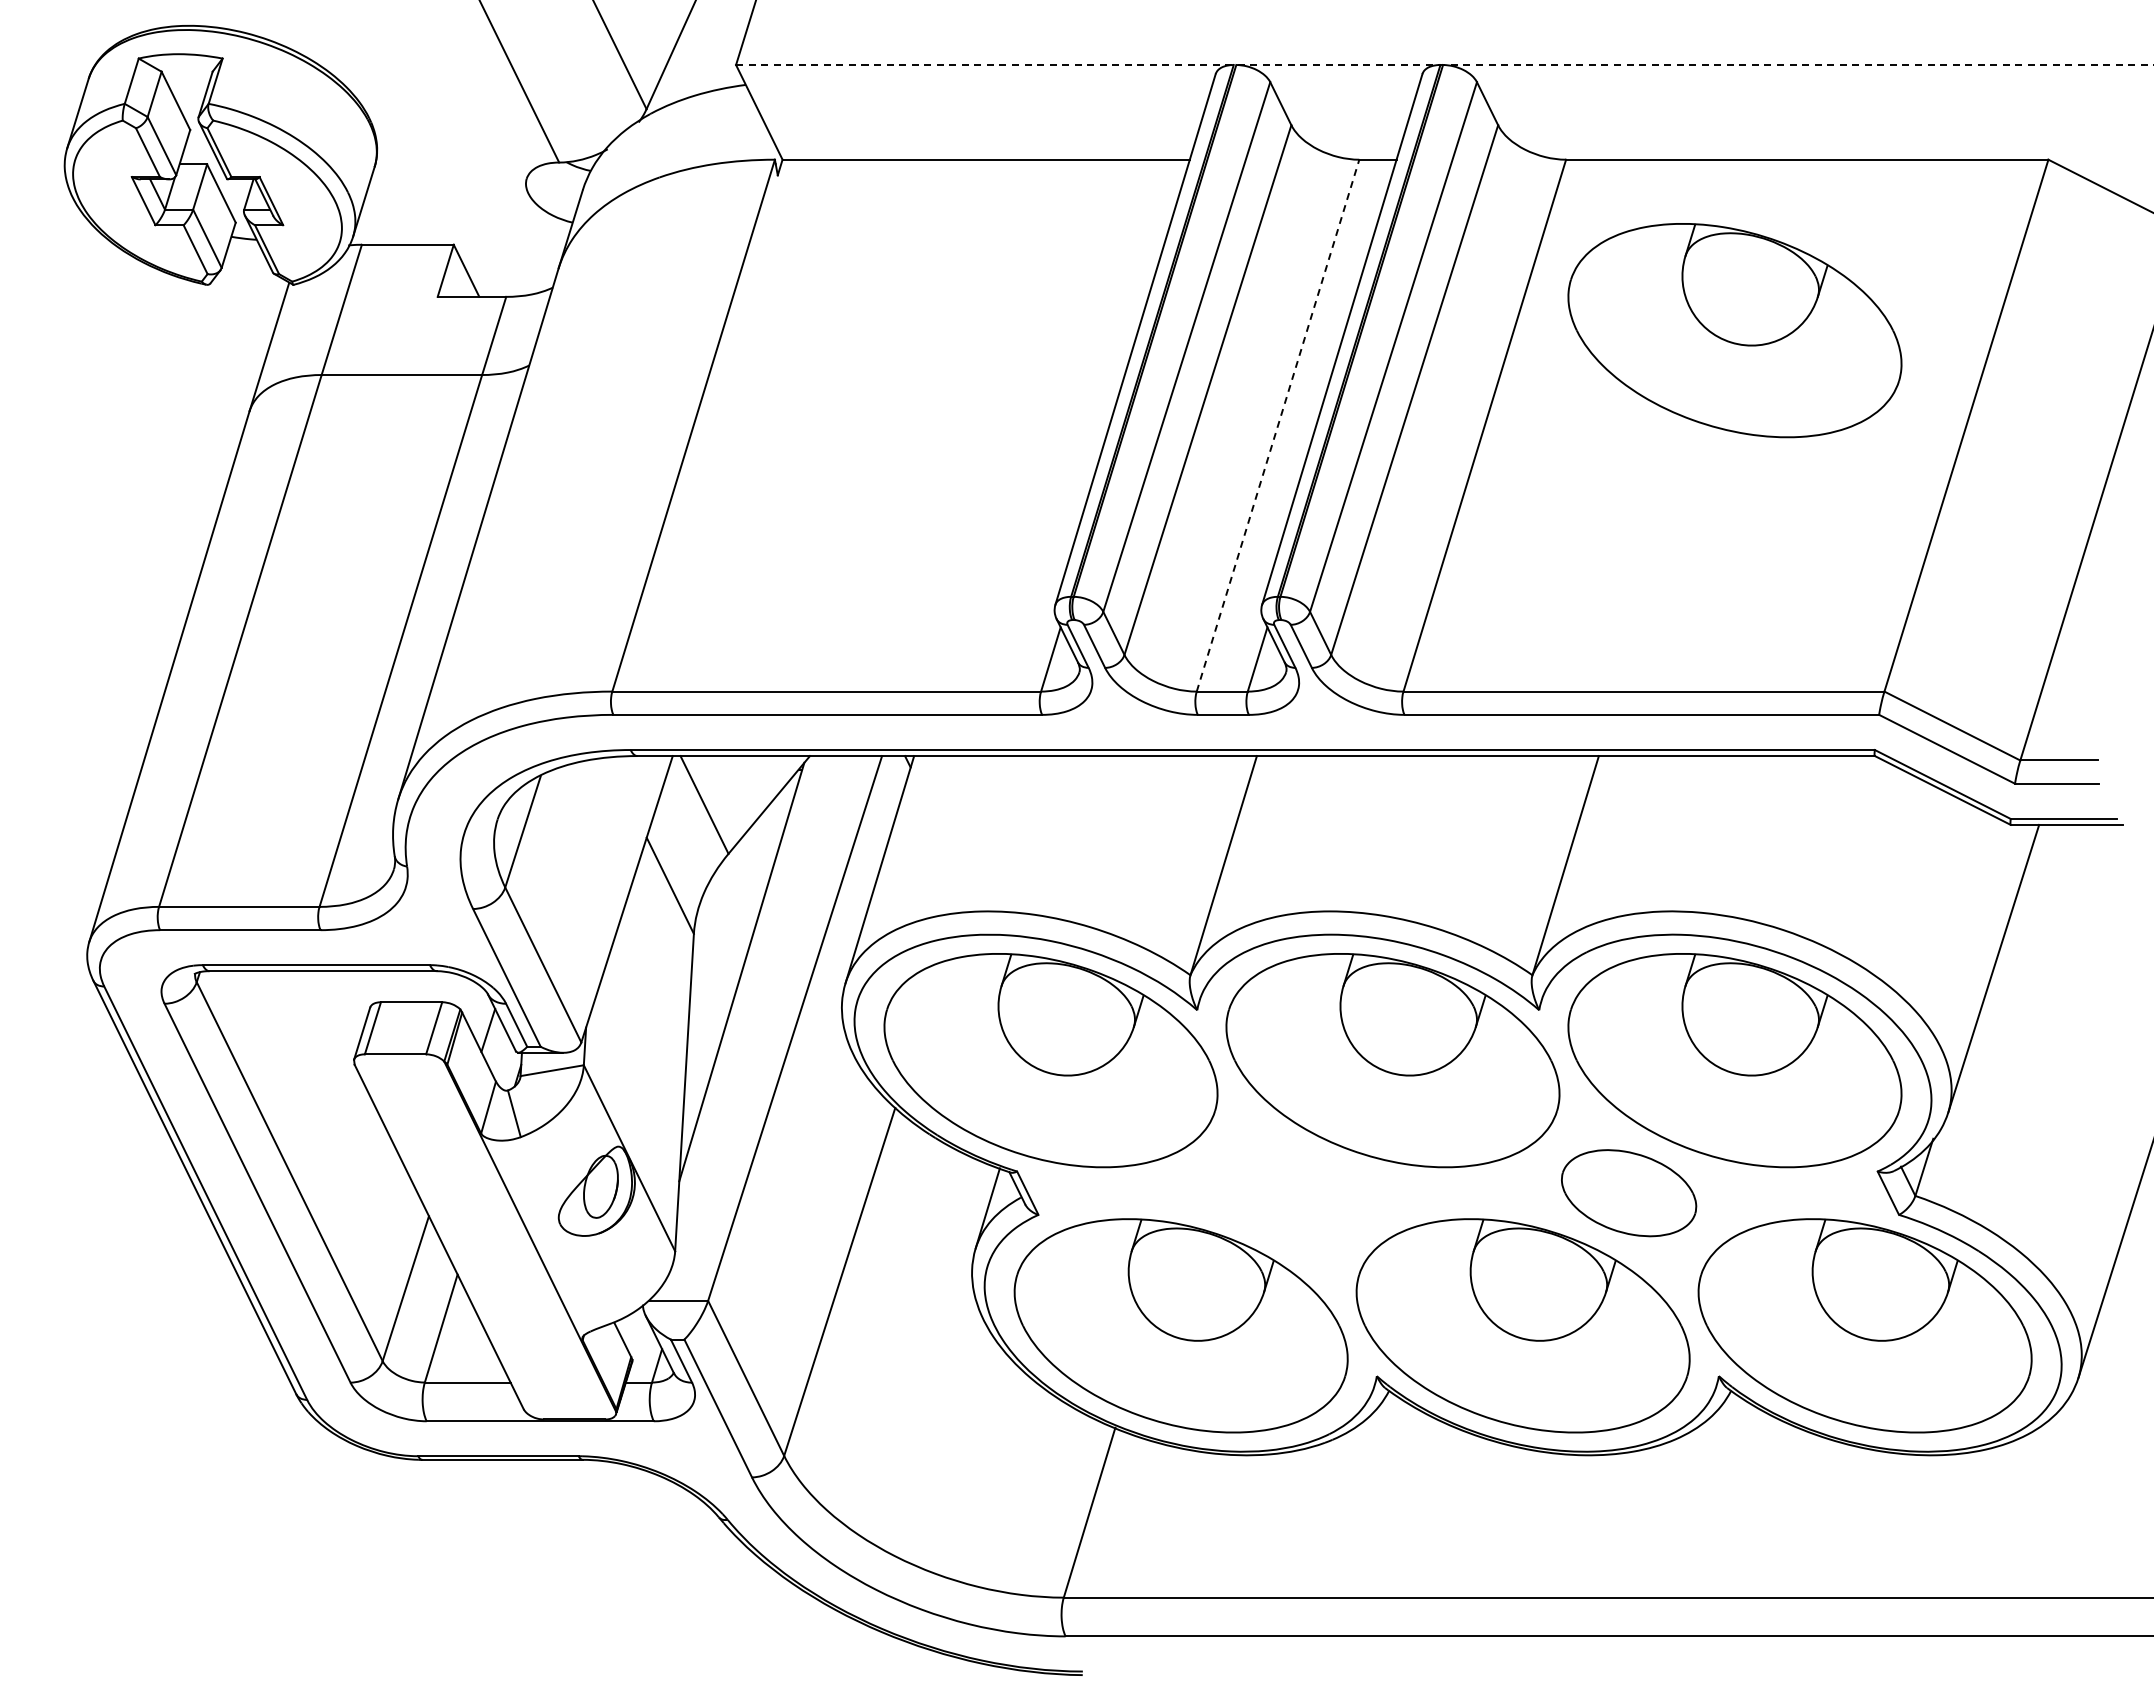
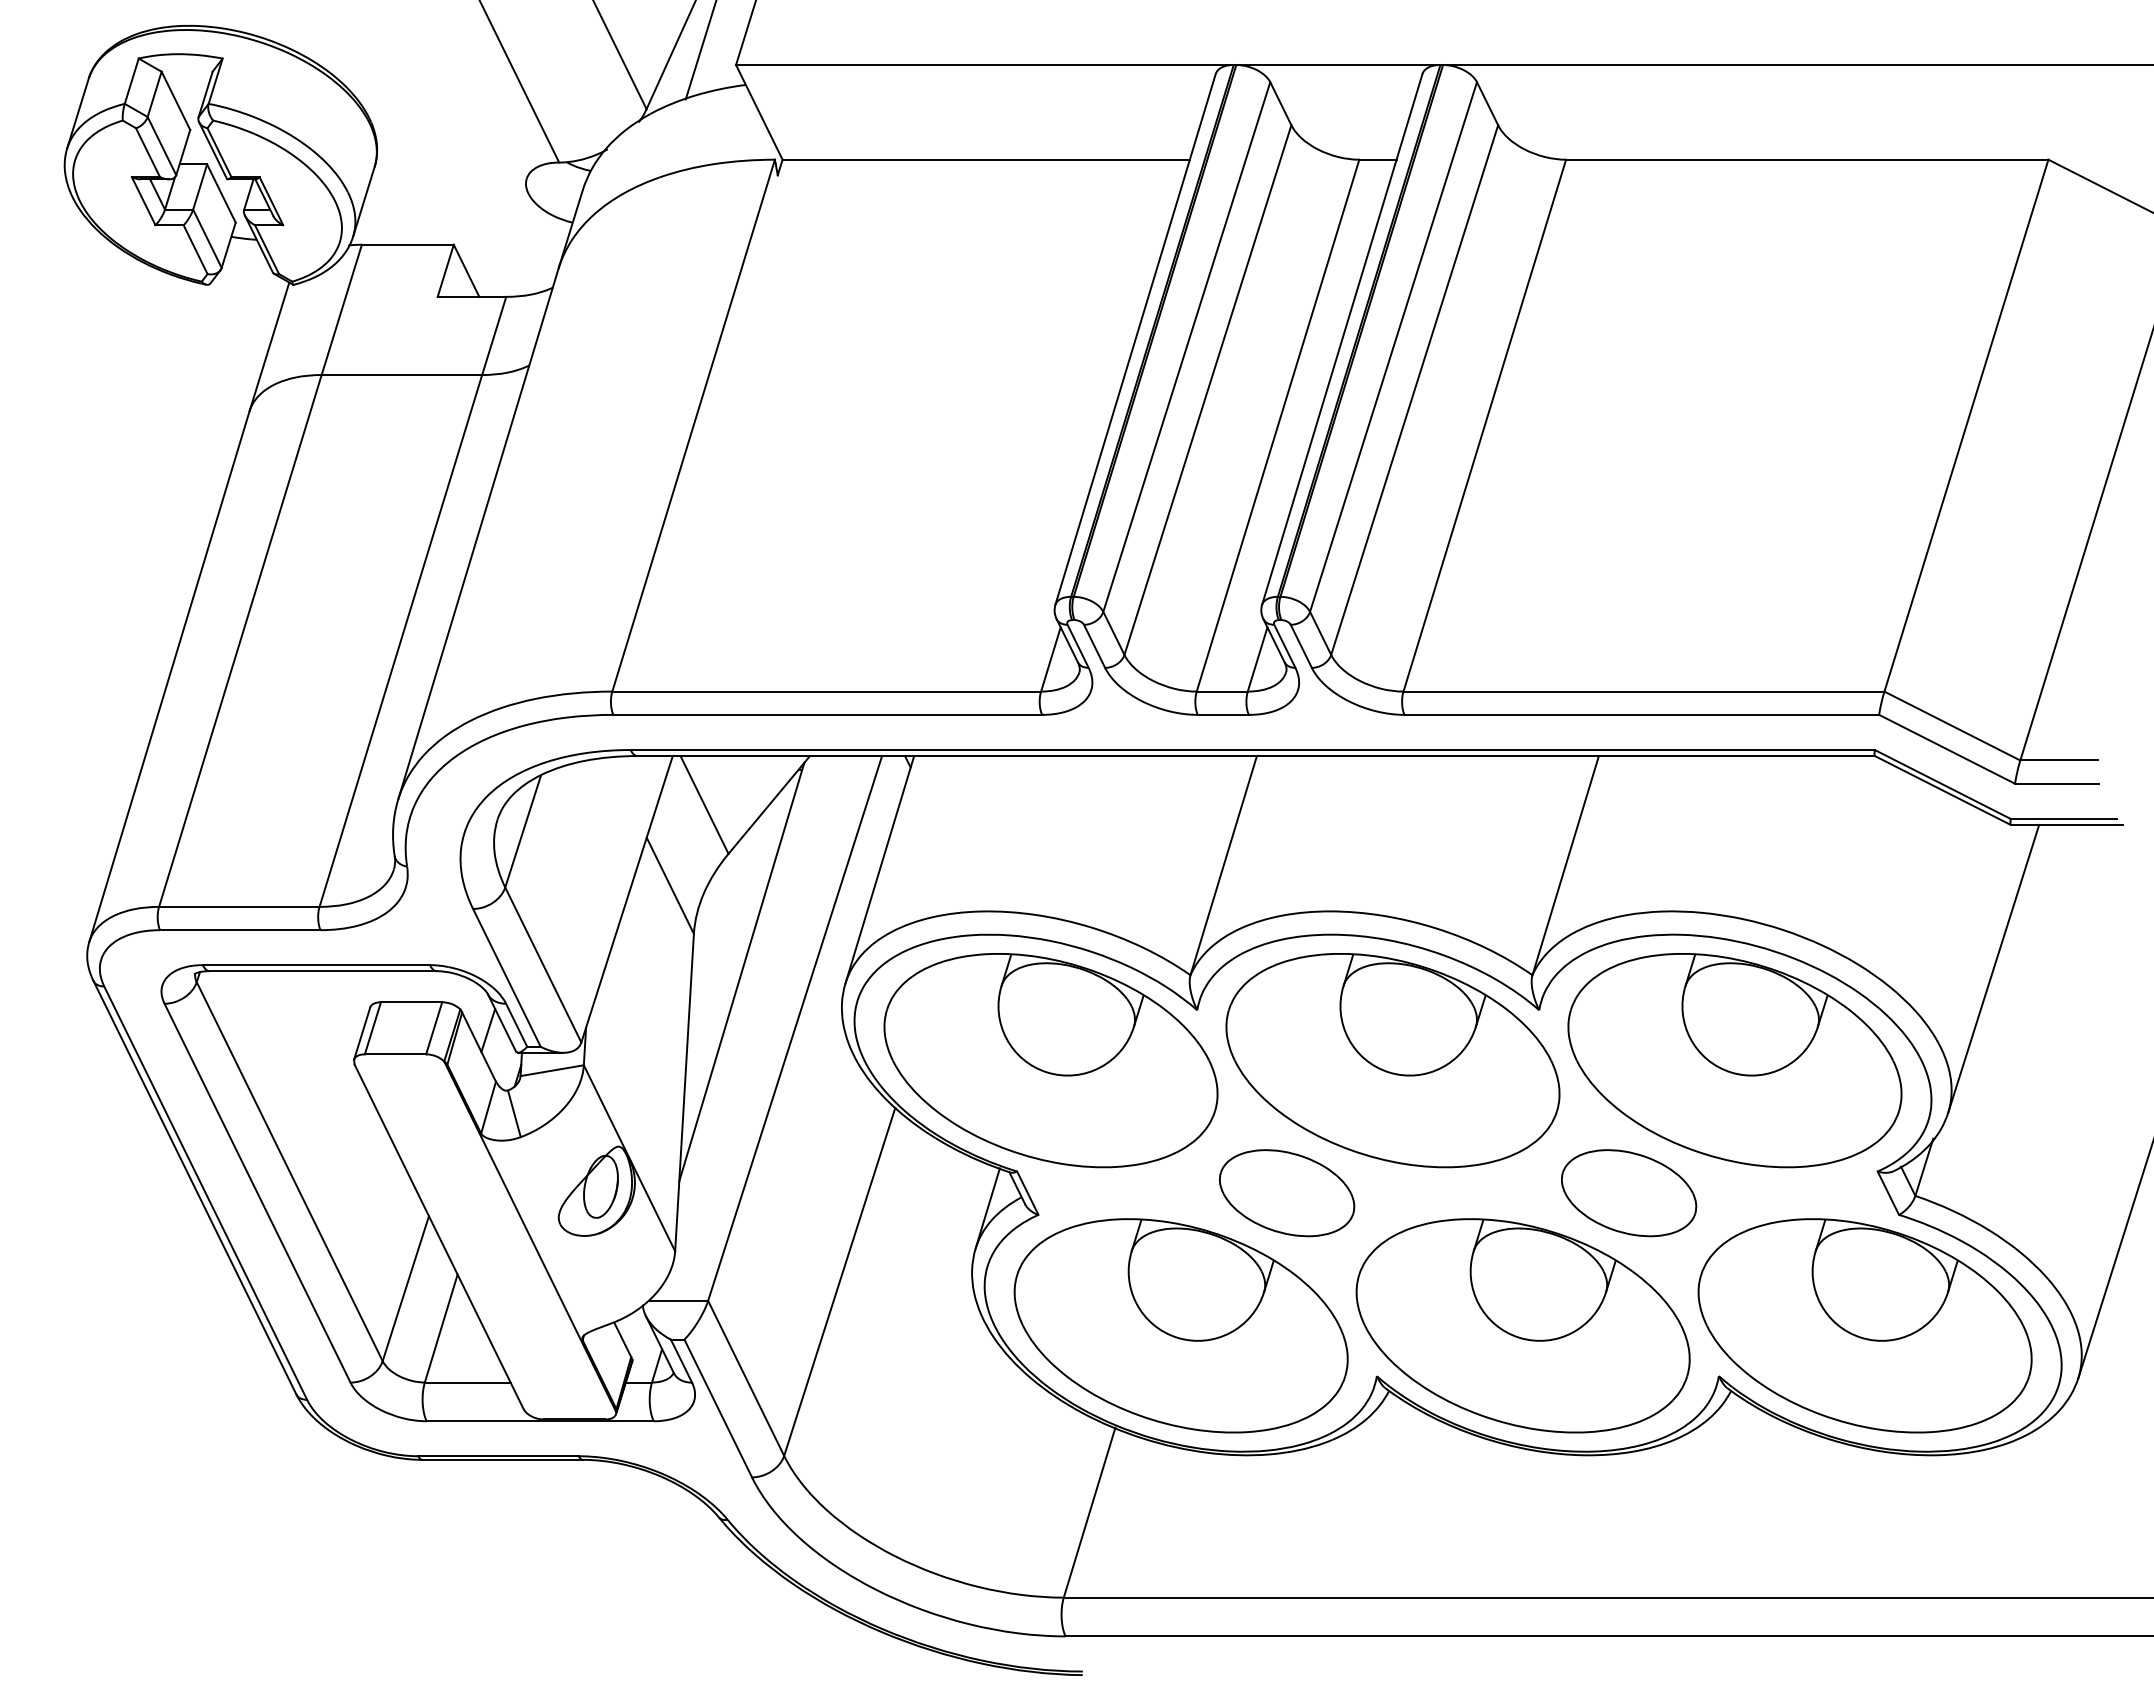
line at (700, 50): none -> present
line at (1445, 65): dashed -> solid
part at (1734, 330): present -> none
line at (1278, 425): dashed -> solid
part at (1287, 1193): none -> present
